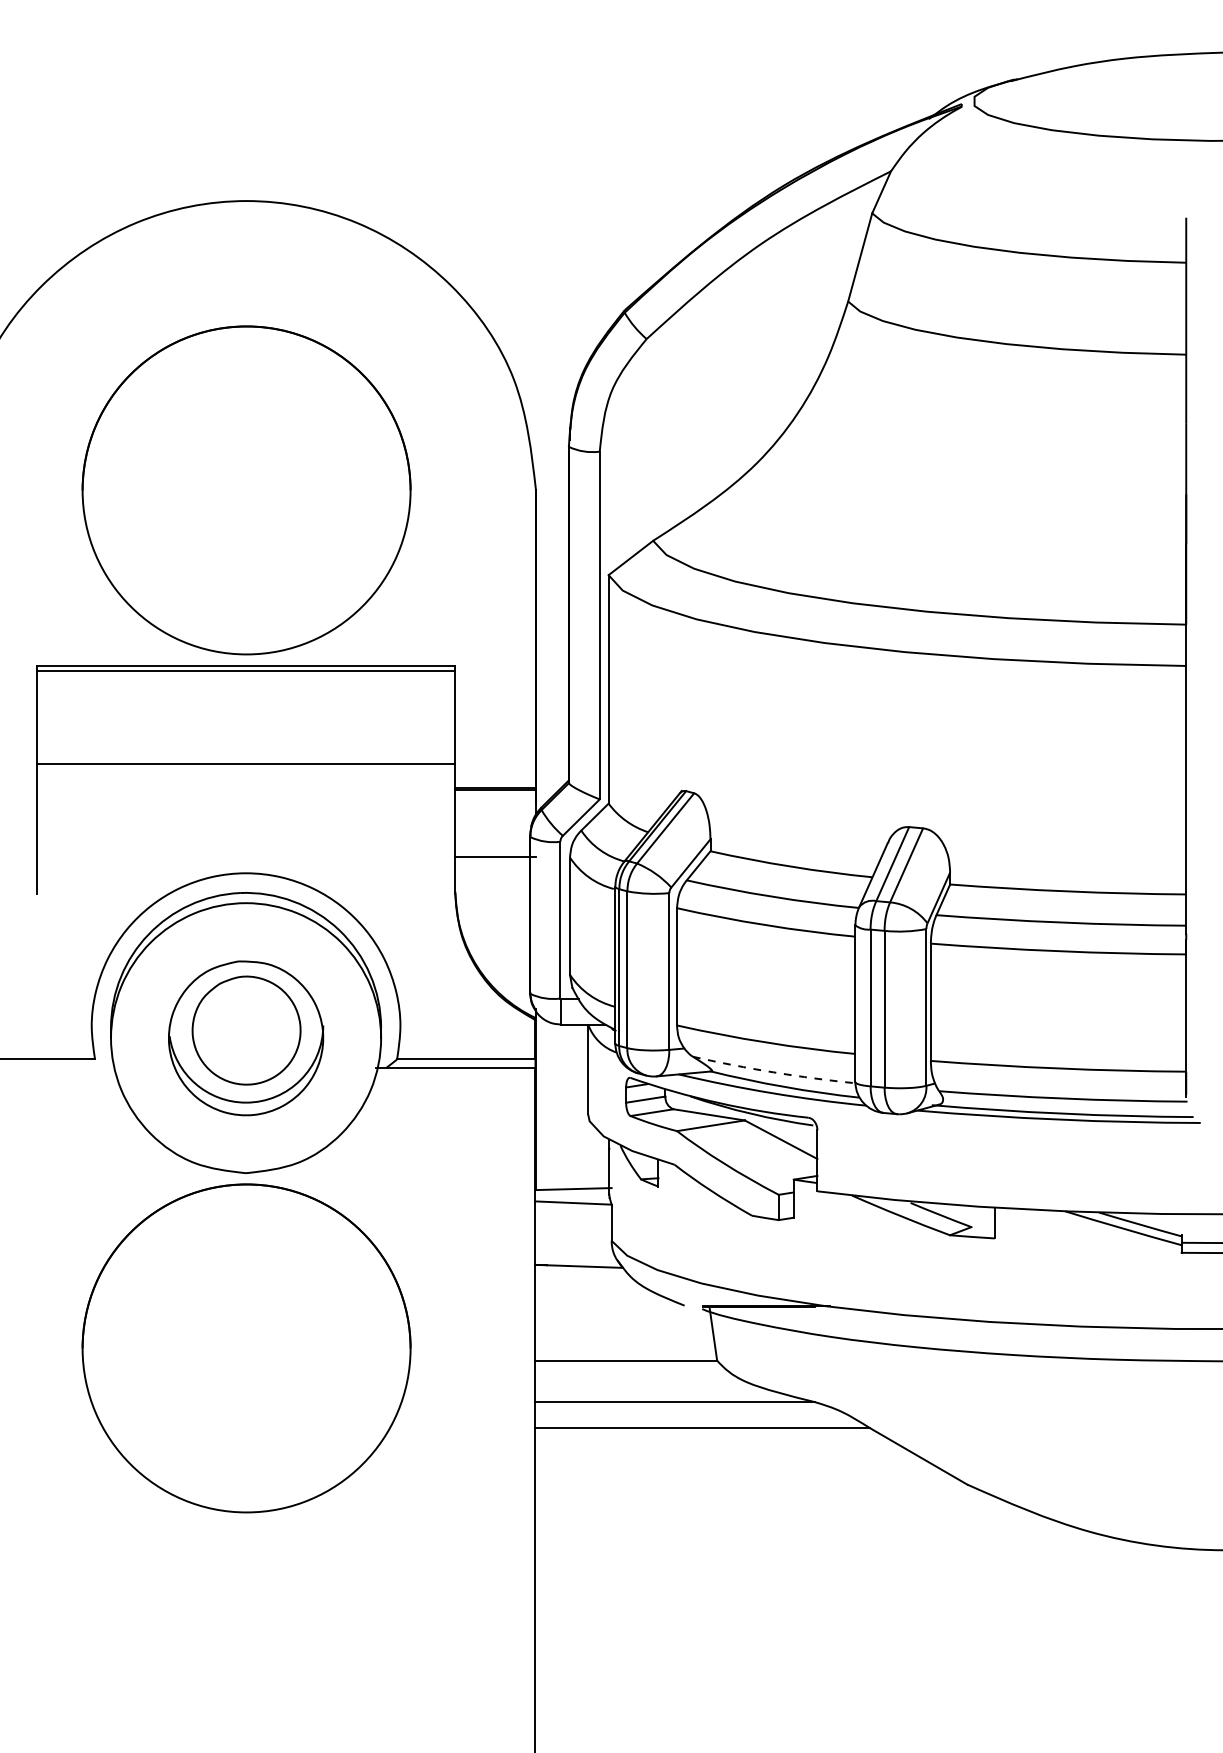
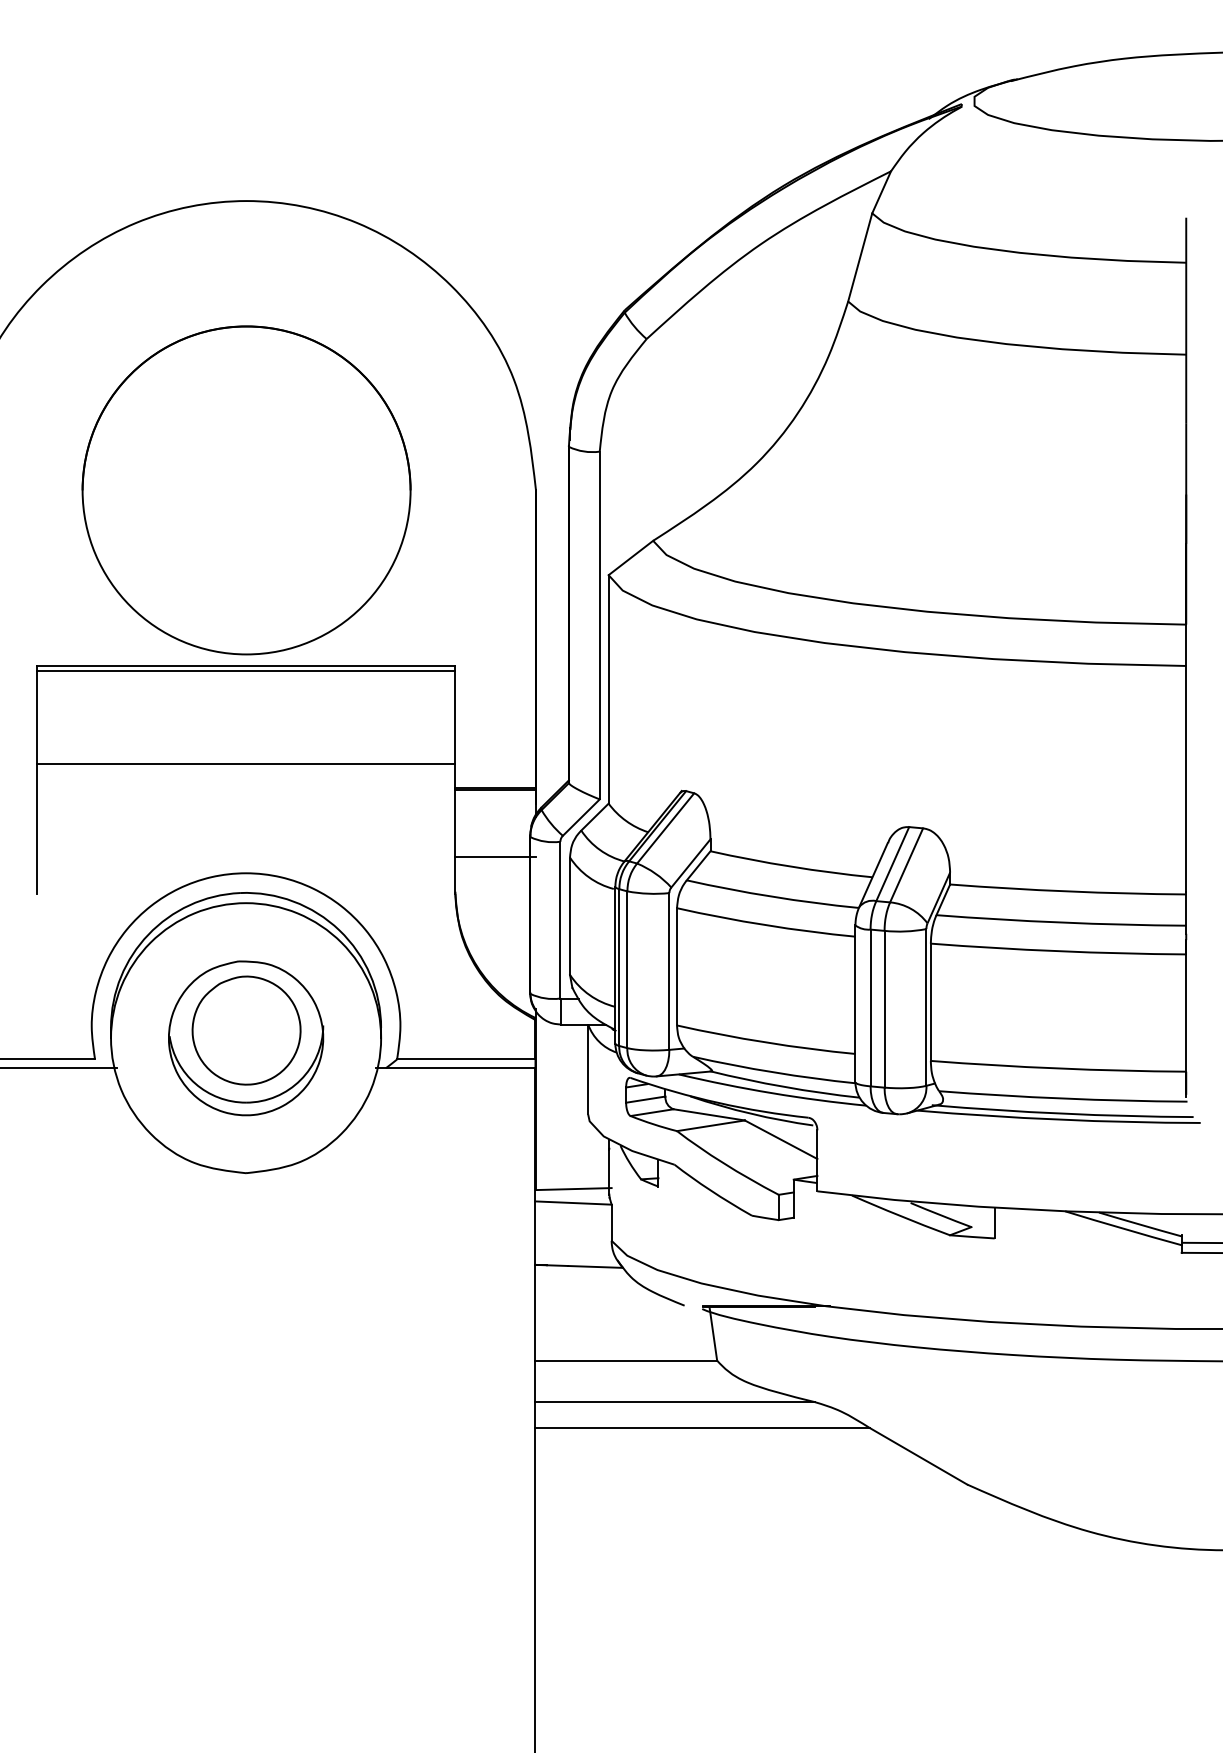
line at (59, 1068): none -> present
arc at (773, 1072): dashed -> solid
part at (246, 1348): present -> none
